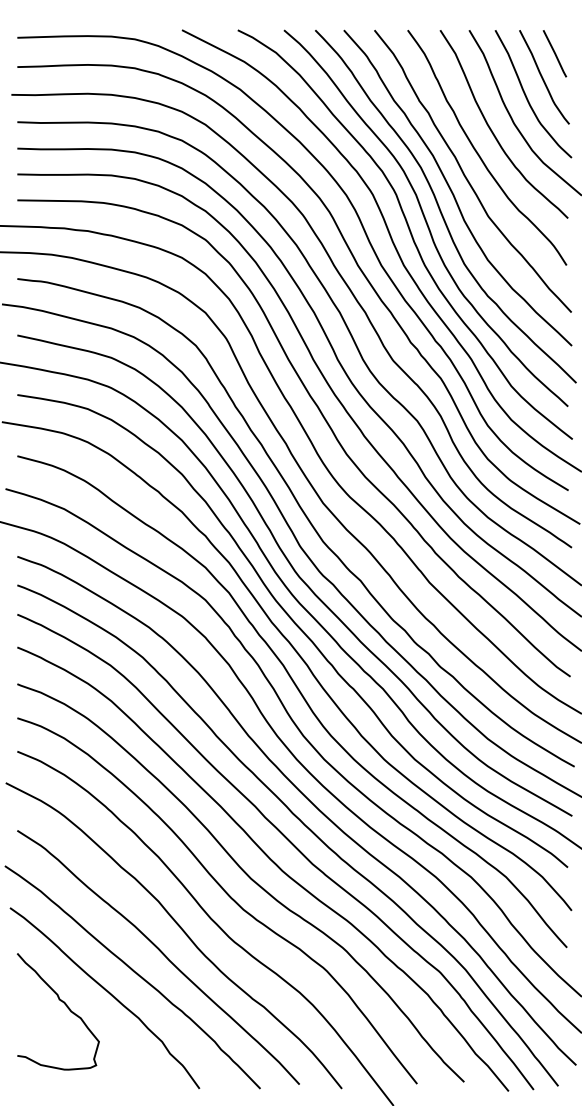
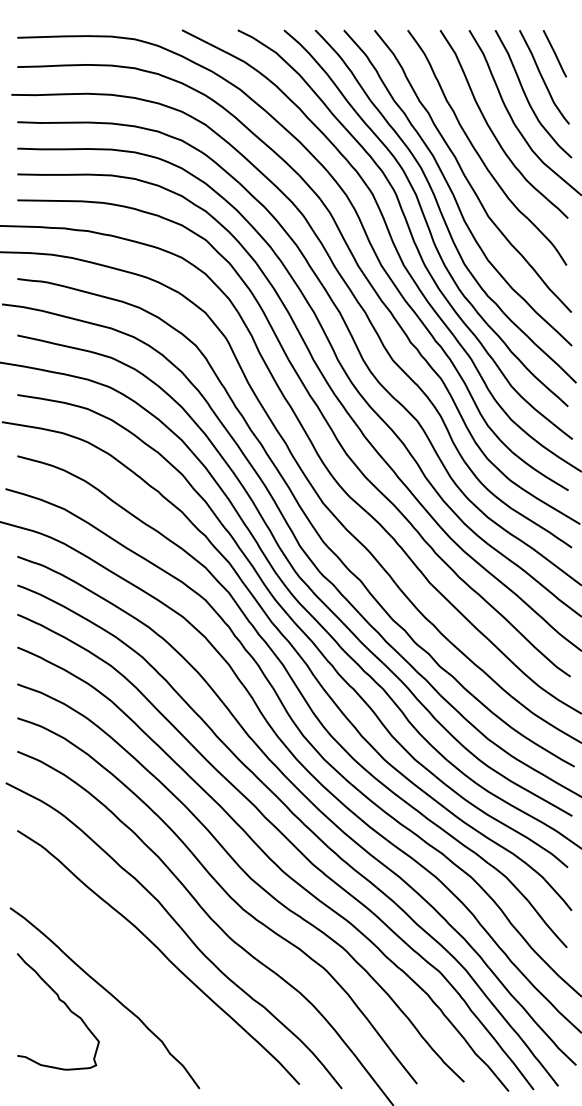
curve at (135, 973): present -> none
